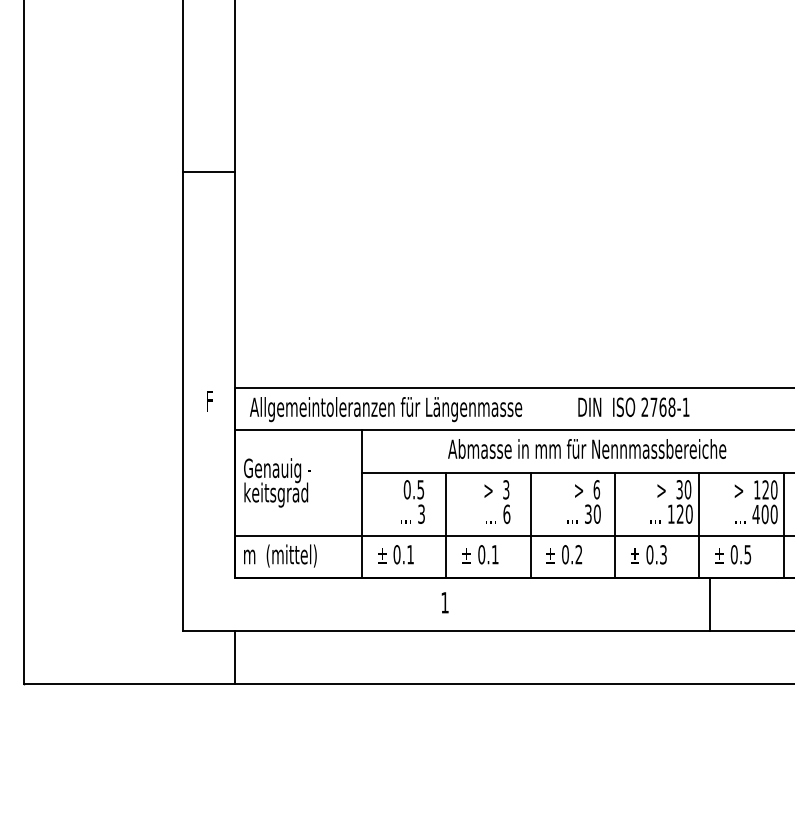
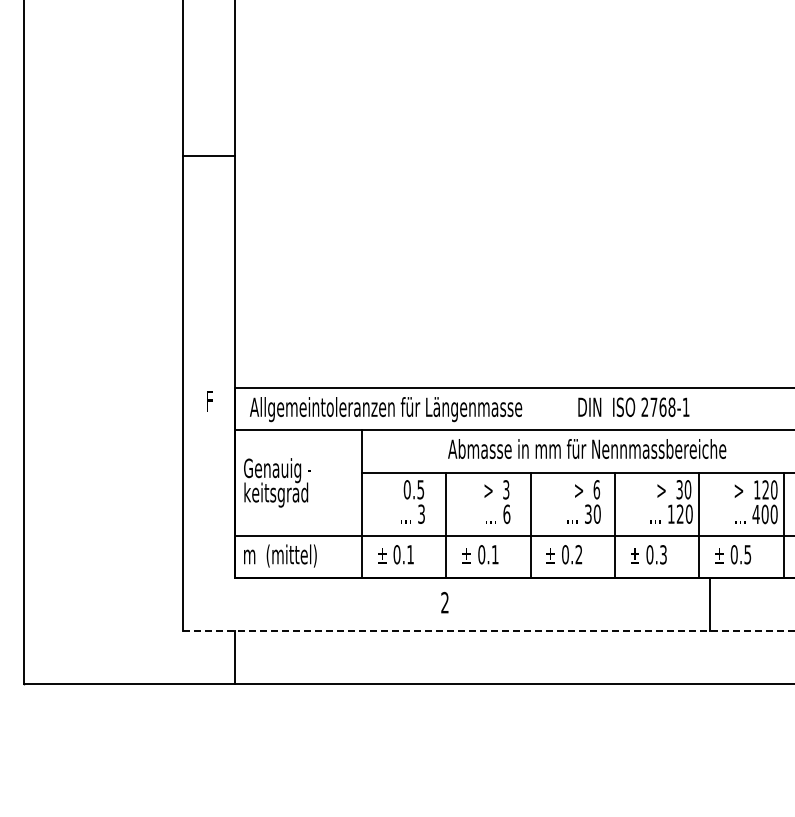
line at (208, 172) position: (208, 172) -> (208, 156)
text at (444, 602): 1 -> 2
line at (488, 630): solid -> dashed
